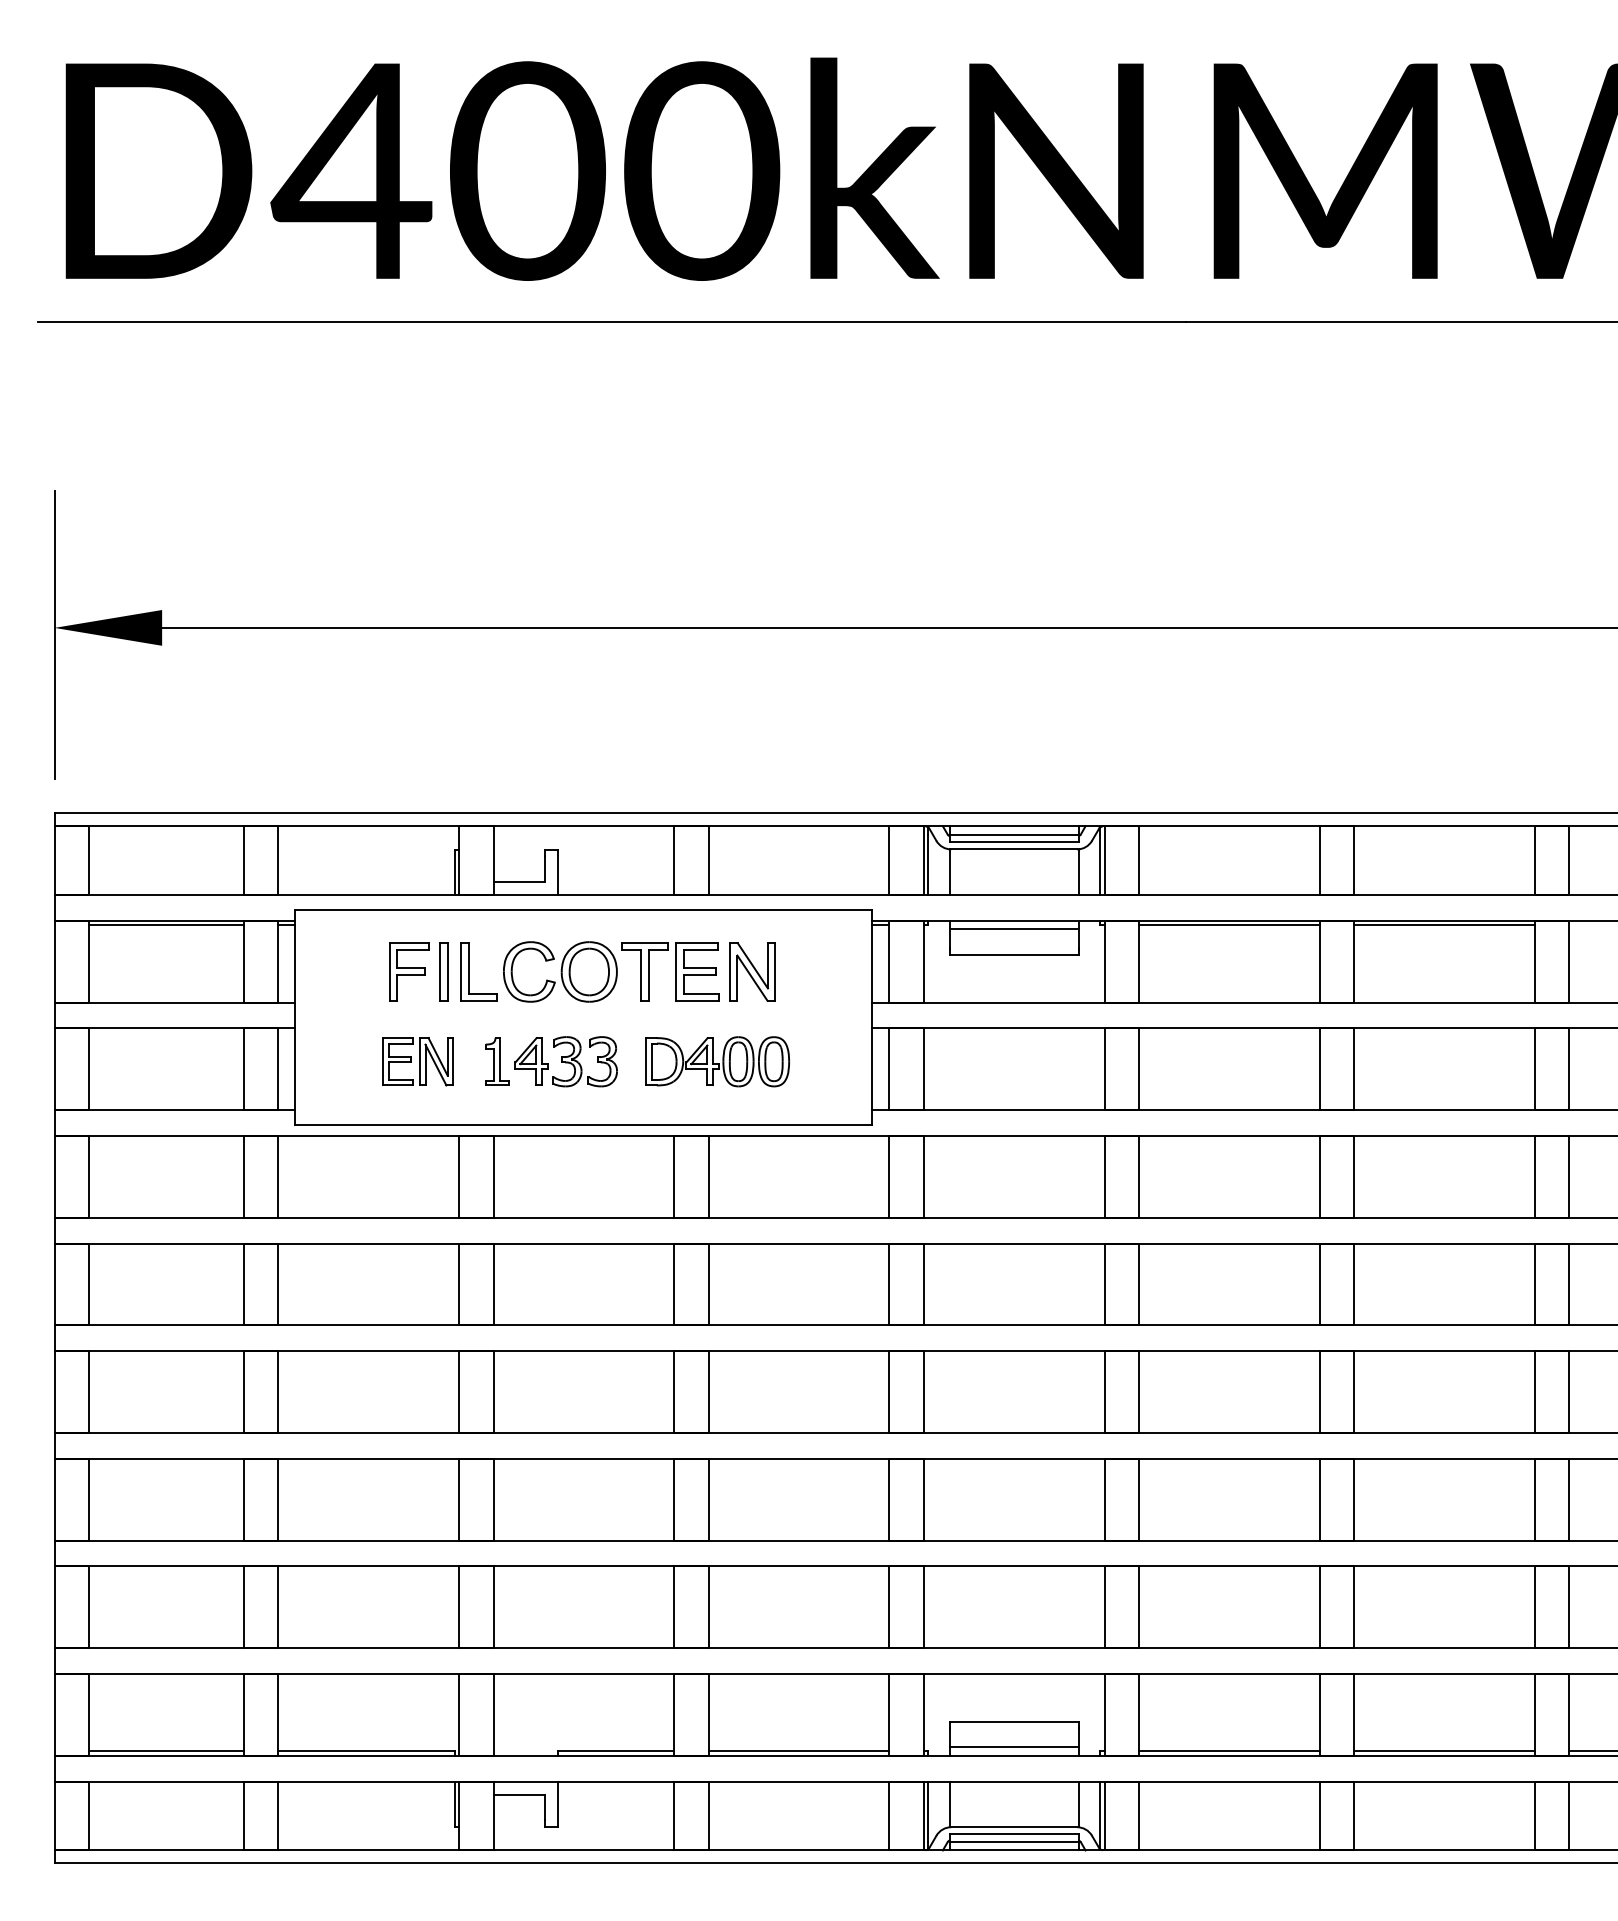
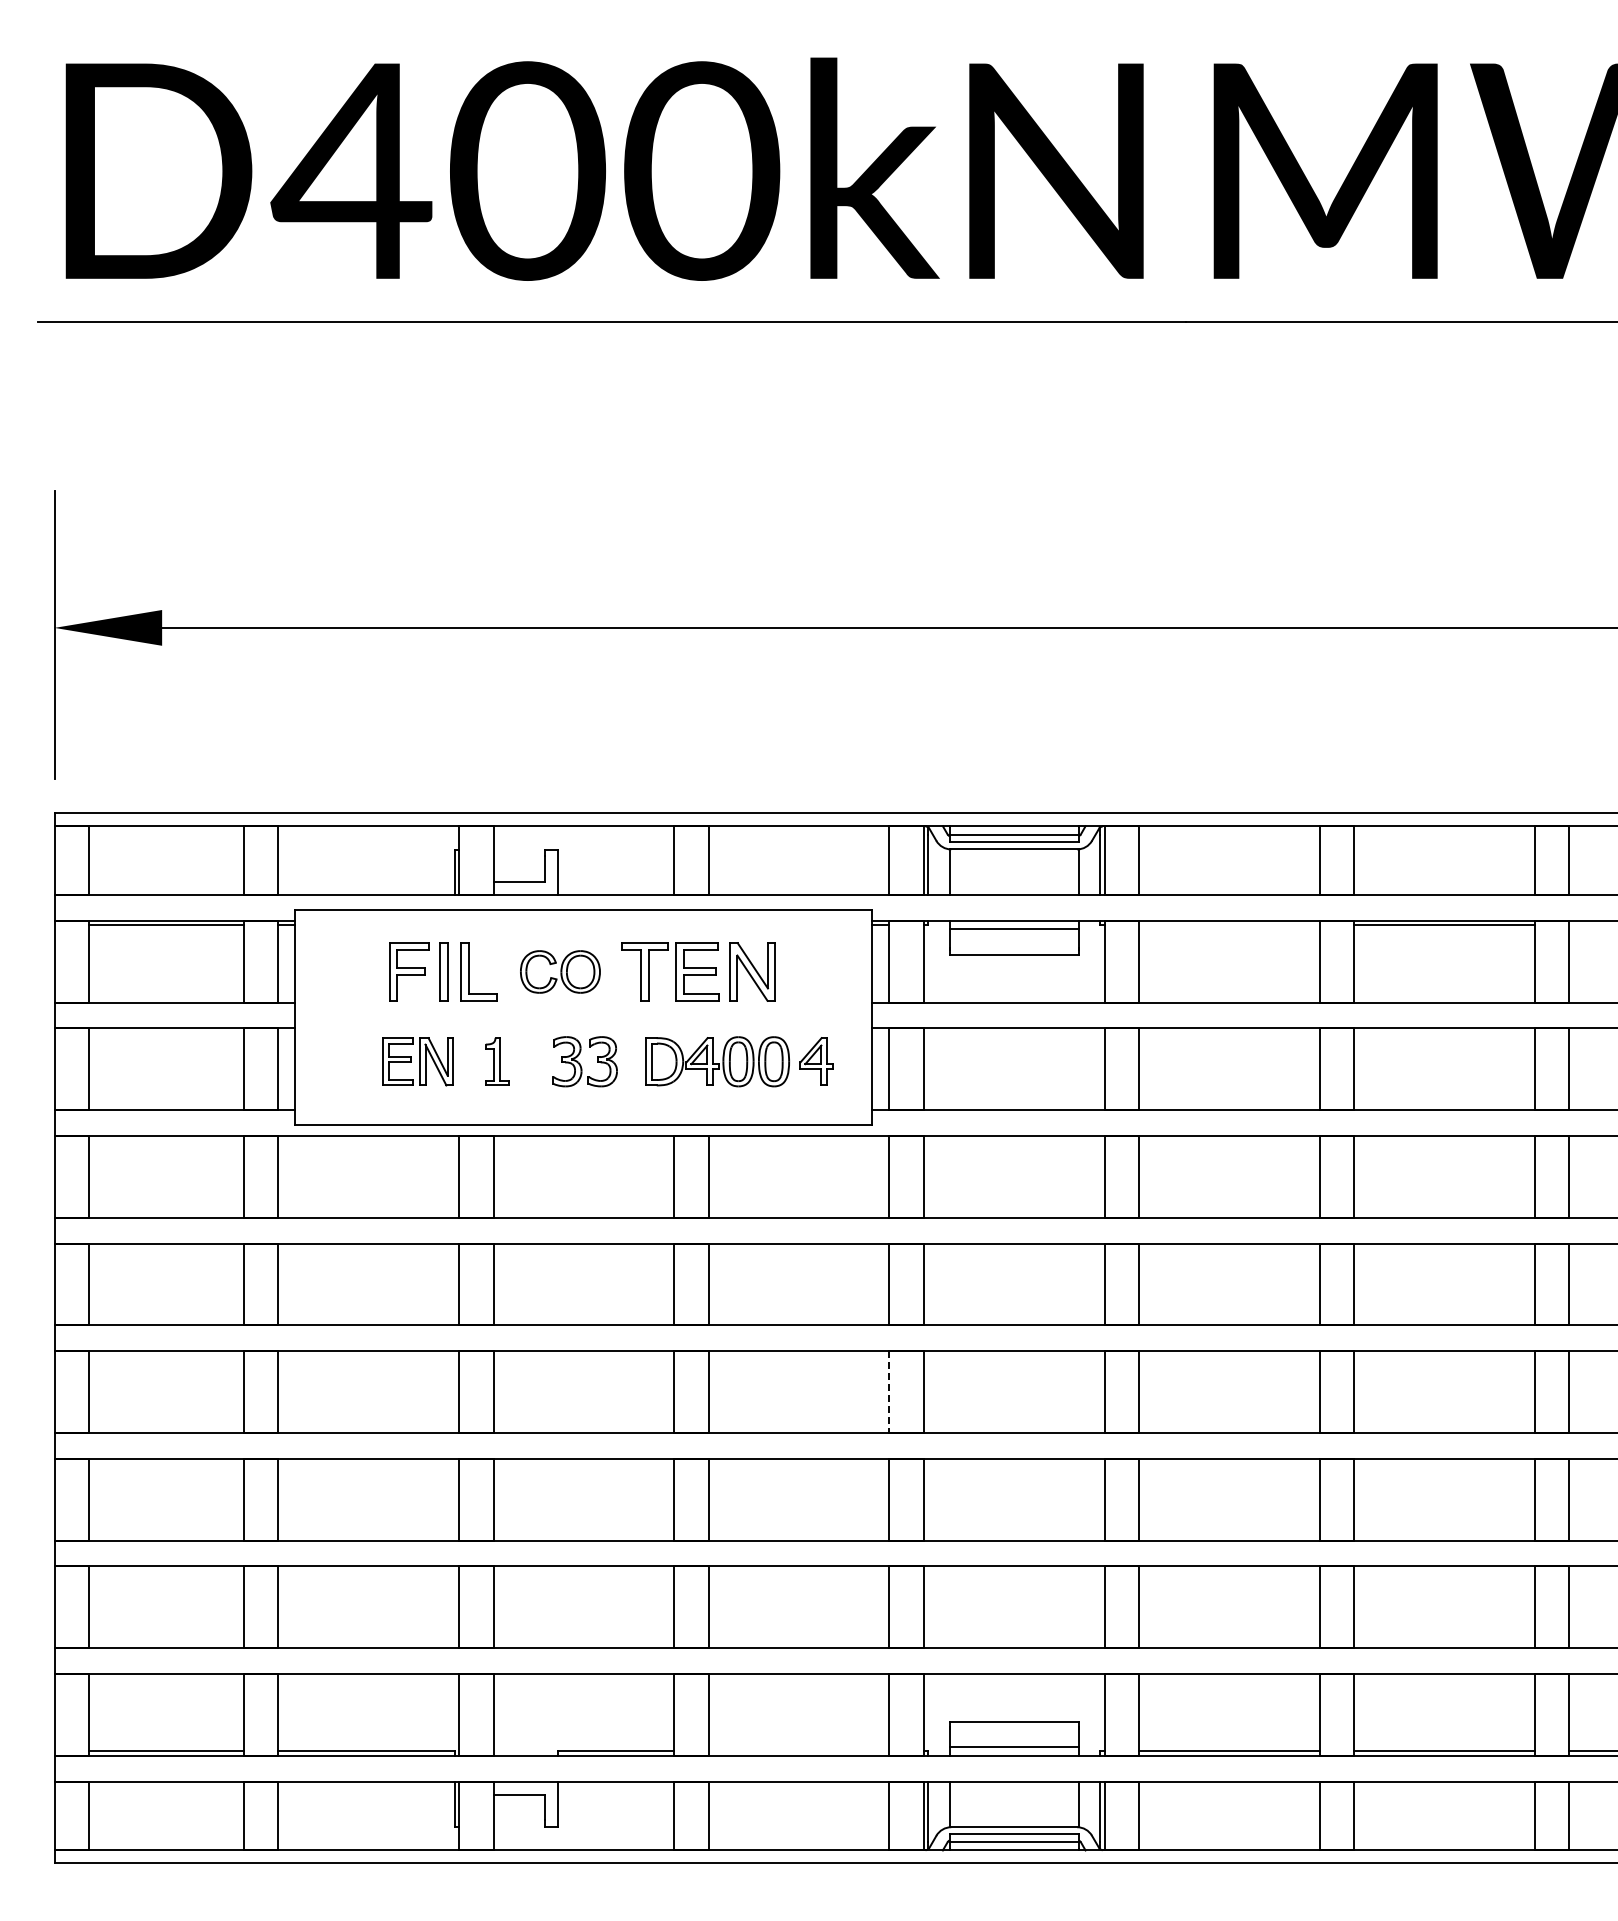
line at (1229, 925): present -> none
part at (560, 971) size: 115x62 px -> 81x44 px
part at (531, 1061) position: (531, 1061) -> (816, 1061)
line at (889, 1392): solid -> dashed
line at (798, 1751): present -> none
